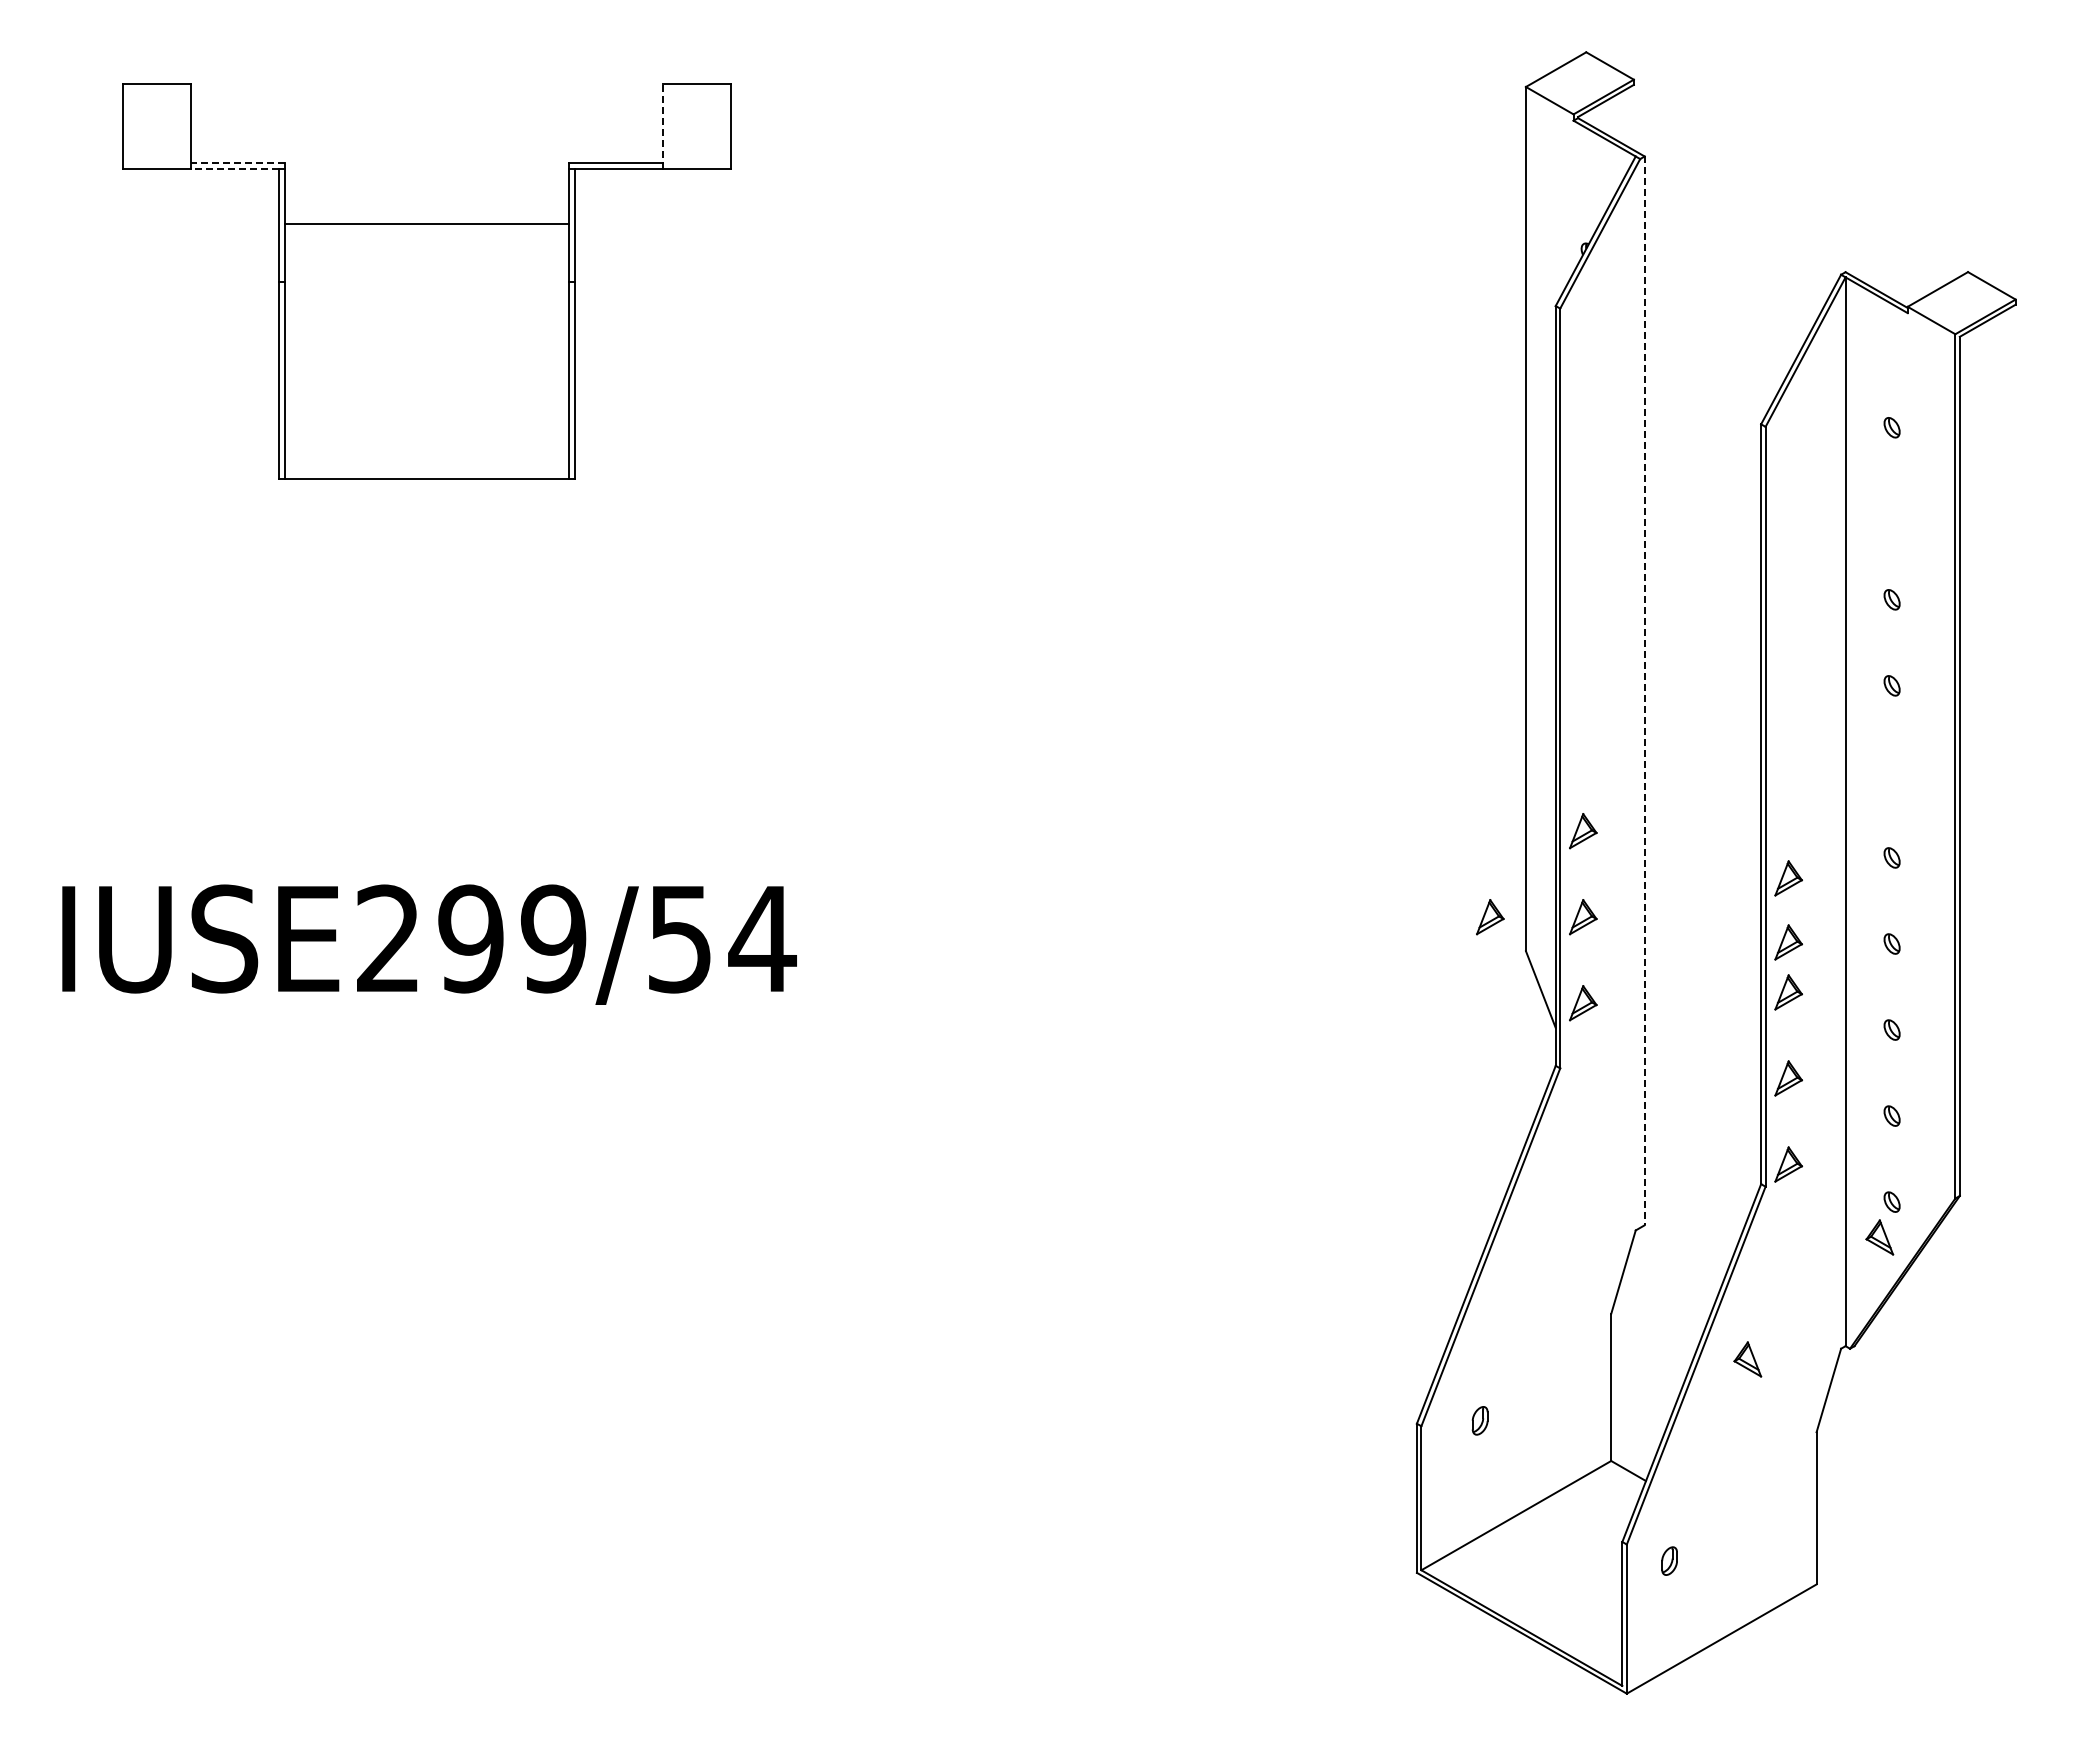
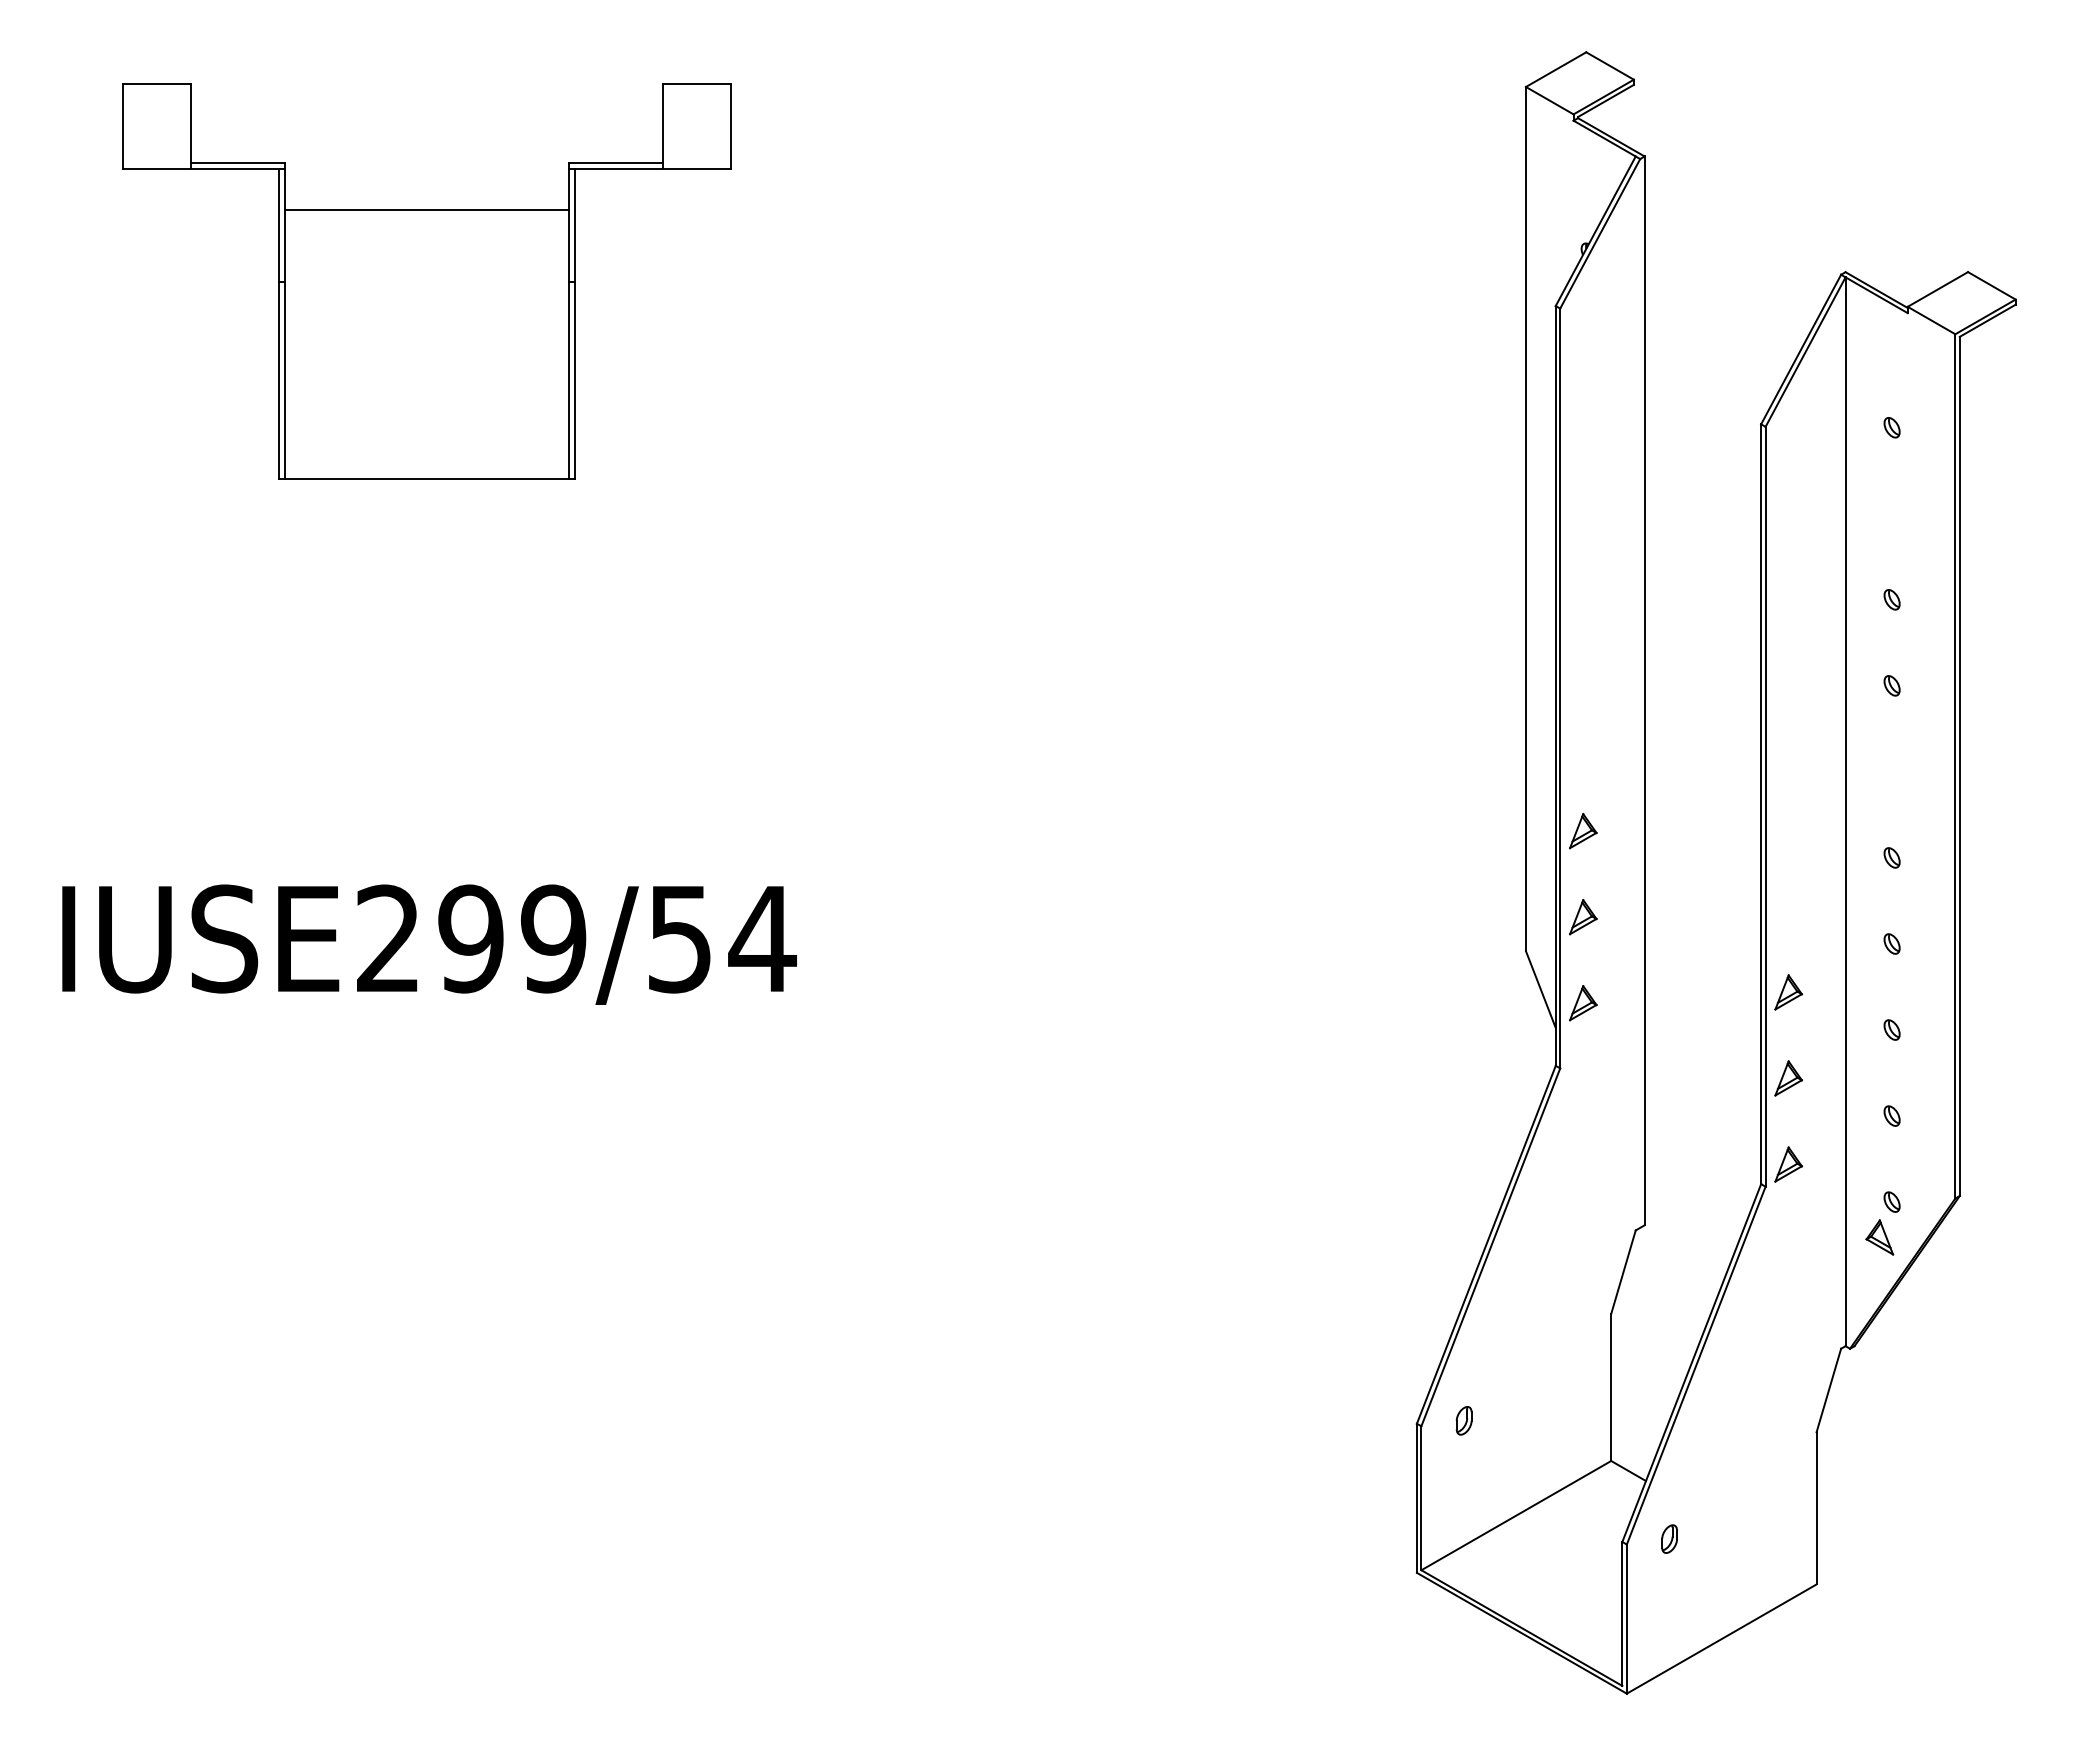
line at (663, 126): dashed -> solid
line at (237, 162): dashed -> solid
line at (234, 169): dashed -> solid
line at (426, 224) position: (426, 224) -> (426, 210)
line at (1644, 691): dashed -> solid
part at (1788, 878): present -> none
part at (1490, 917): present -> none
part at (1788, 942): present -> none
part at (1747, 1359): present -> none
part at (1479, 1420) position: (1479, 1420) -> (1463, 1420)
part at (1669, 1560) position: (1669, 1560) -> (1669, 1538)
